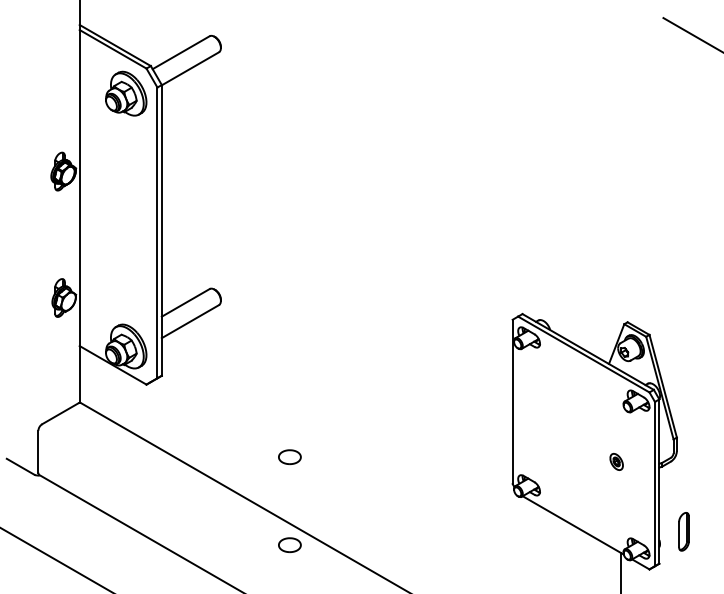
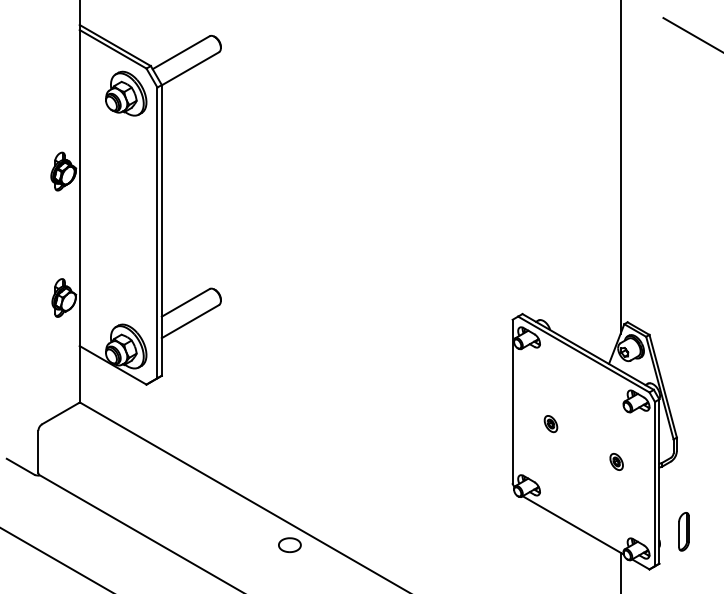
line at (620, 168): none -> present
part at (550, 424): none -> present
part at (289, 456): present -> none
